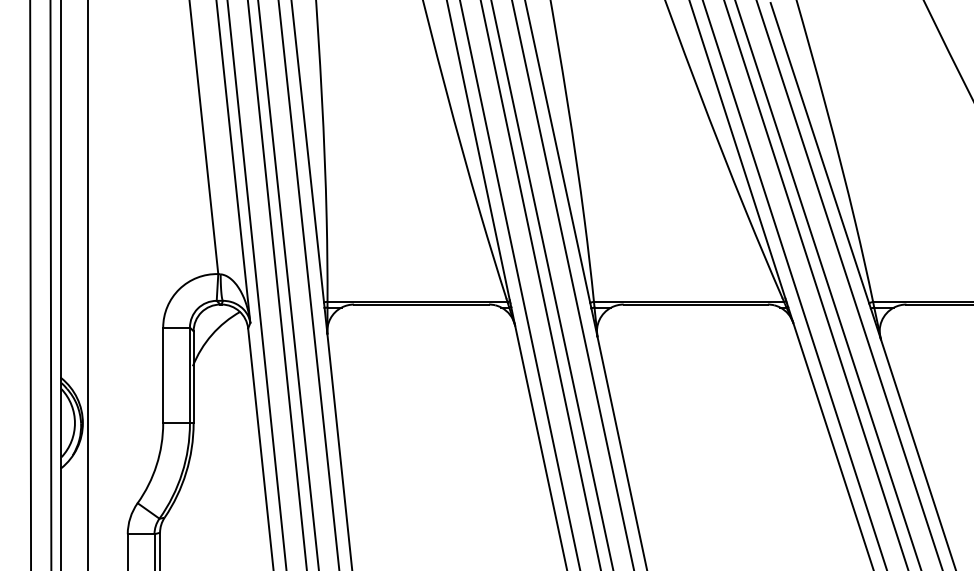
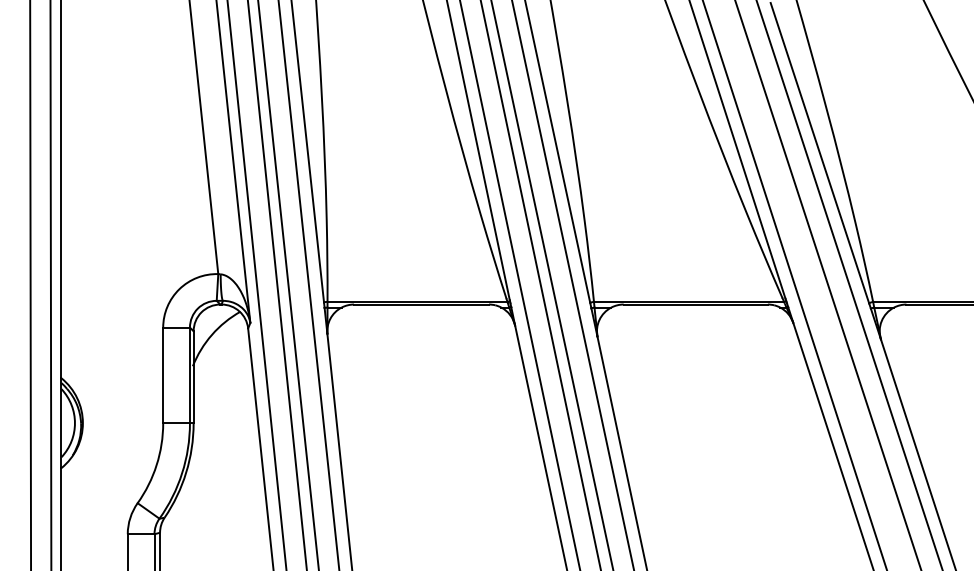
line at (88, 284): present -> none
line at (815, 284): present -> none
